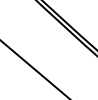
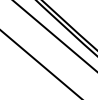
line at (54, 35): none -> present
line at (34, 68) position: (34, 68) -> (40, 63)
